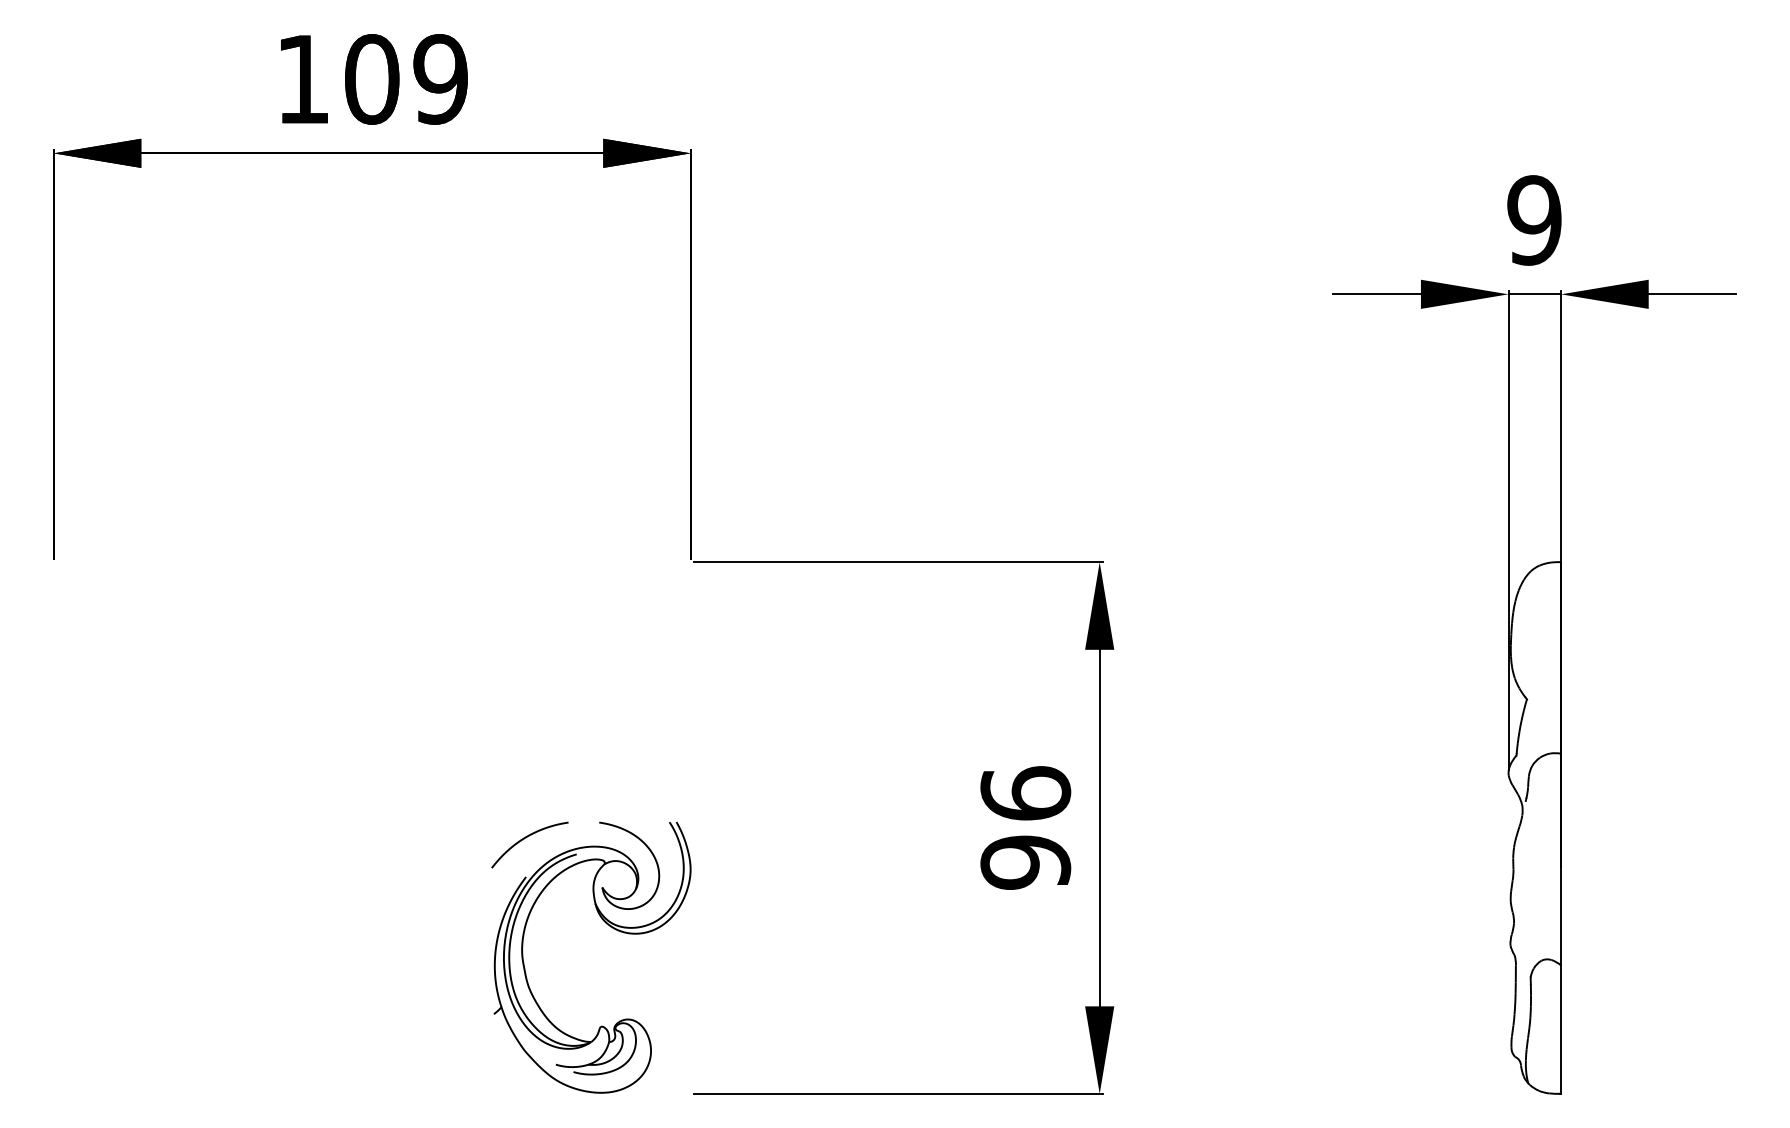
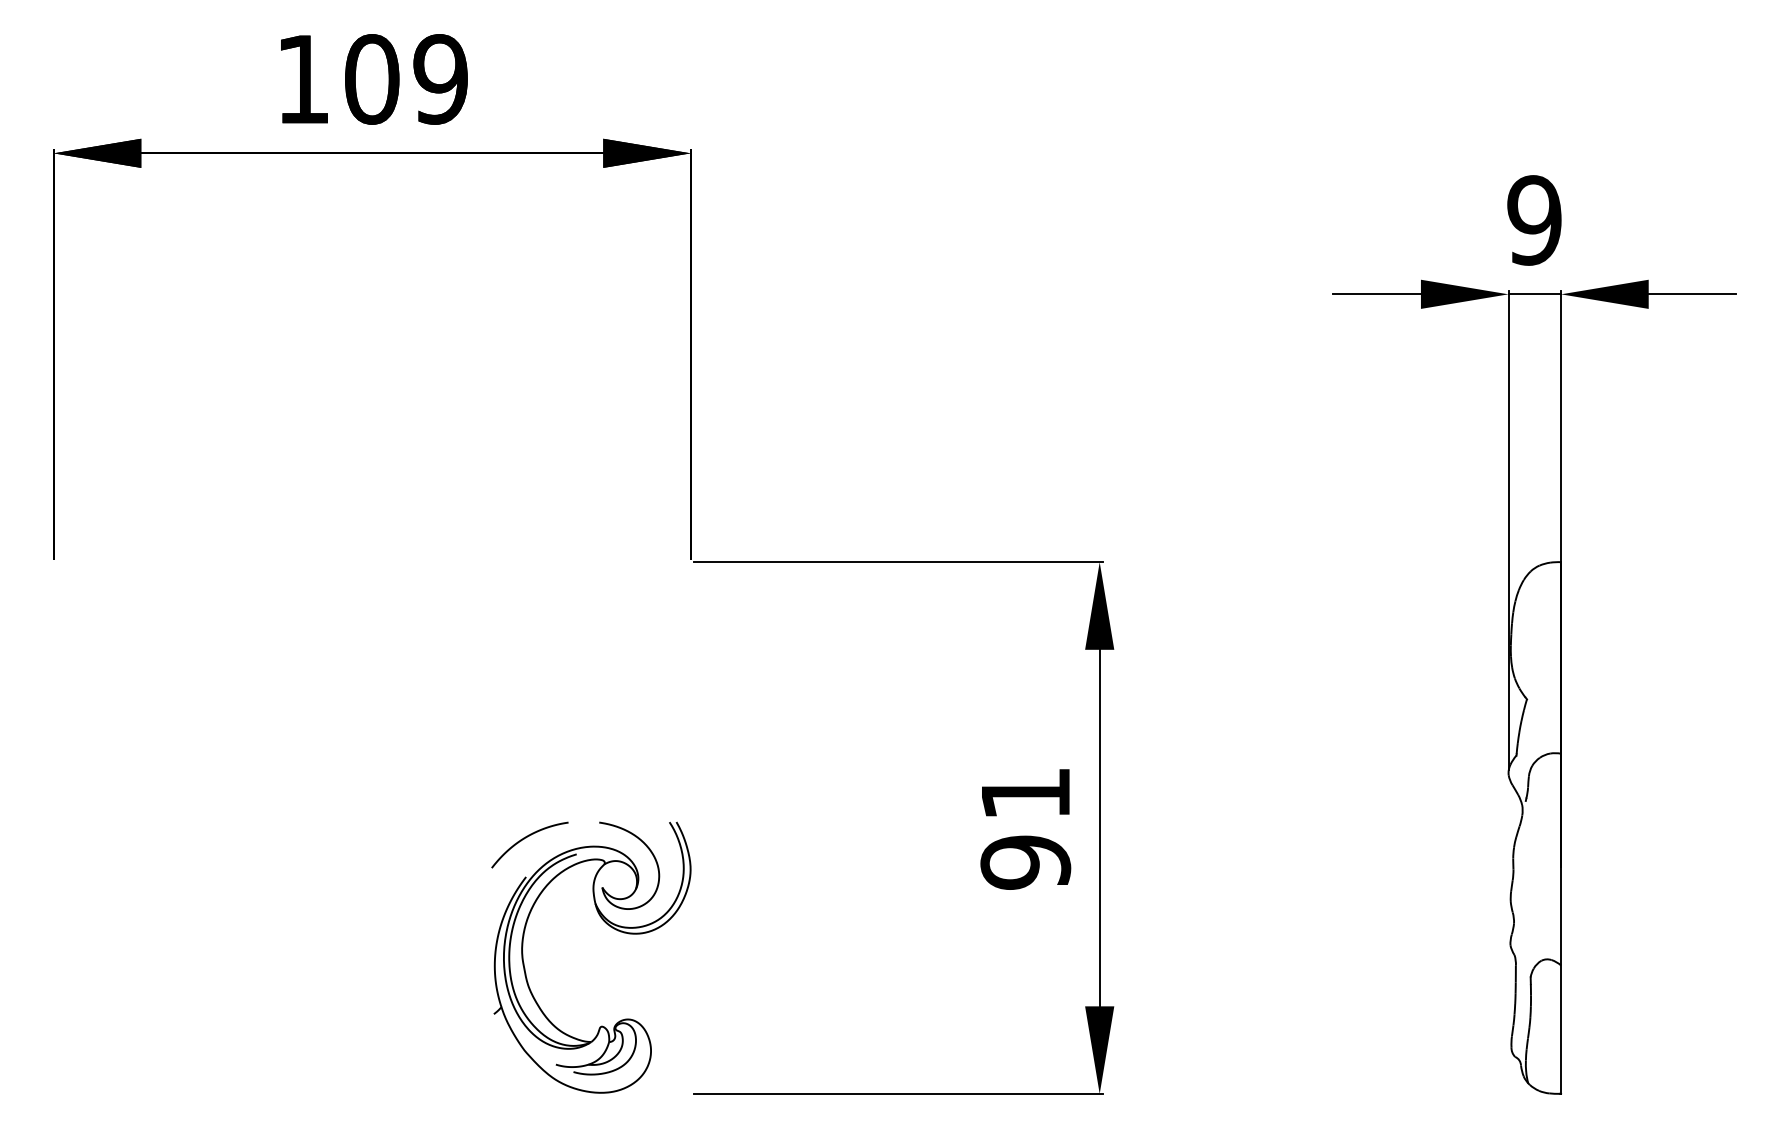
text at (1025, 793): 96 -> 91
